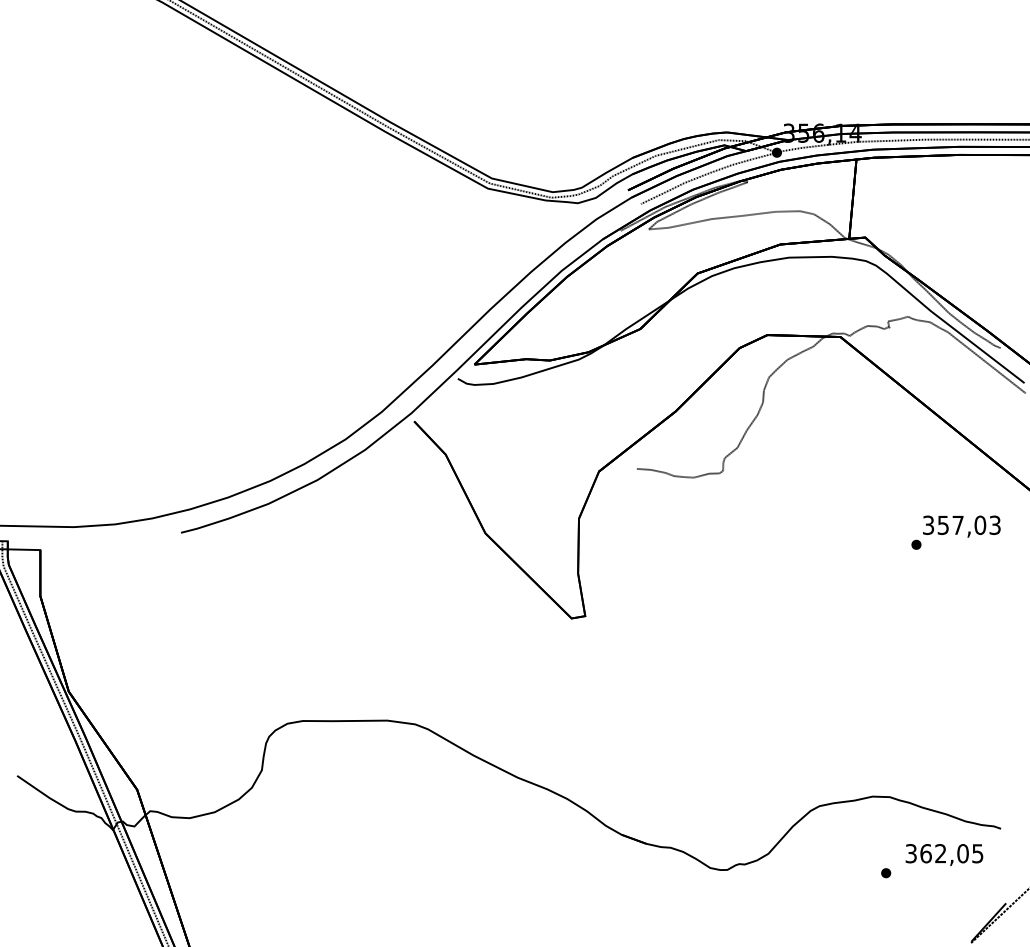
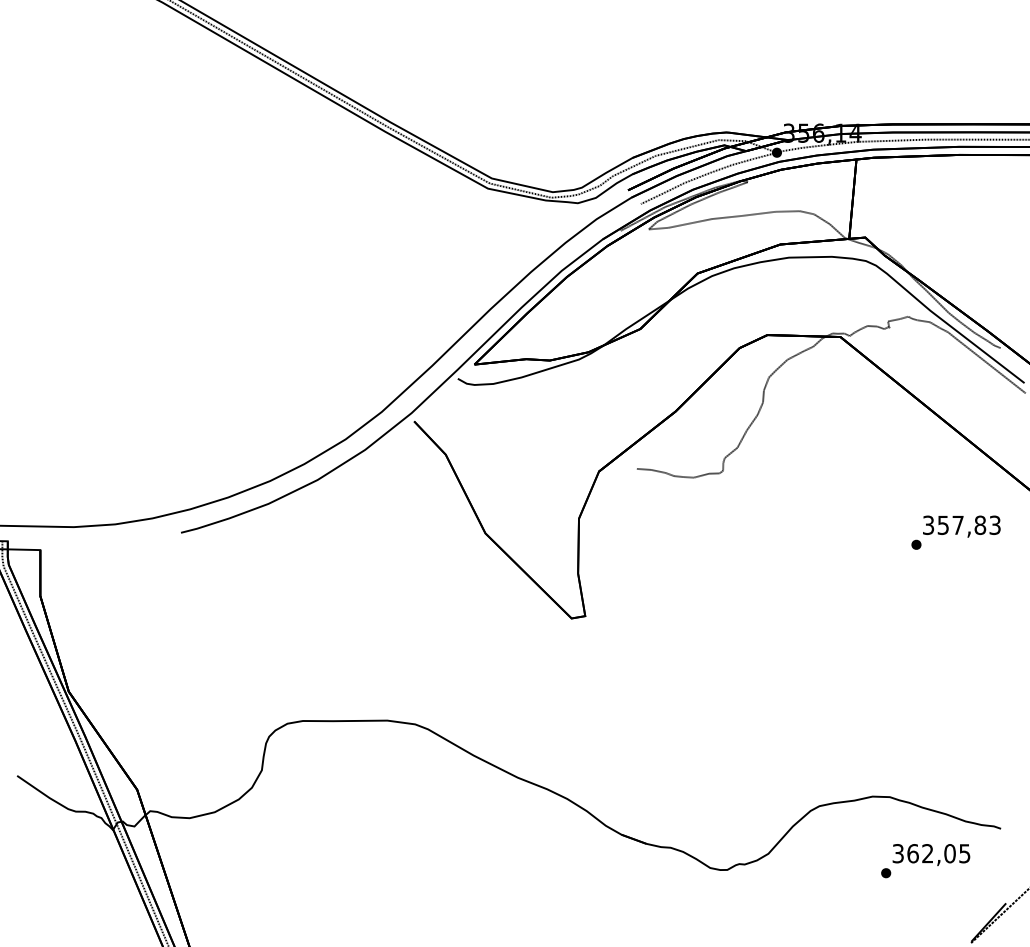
text at (980, 525): 357,03 -> 357,83
text at (944, 854) position: (944, 854) -> (931, 854)
